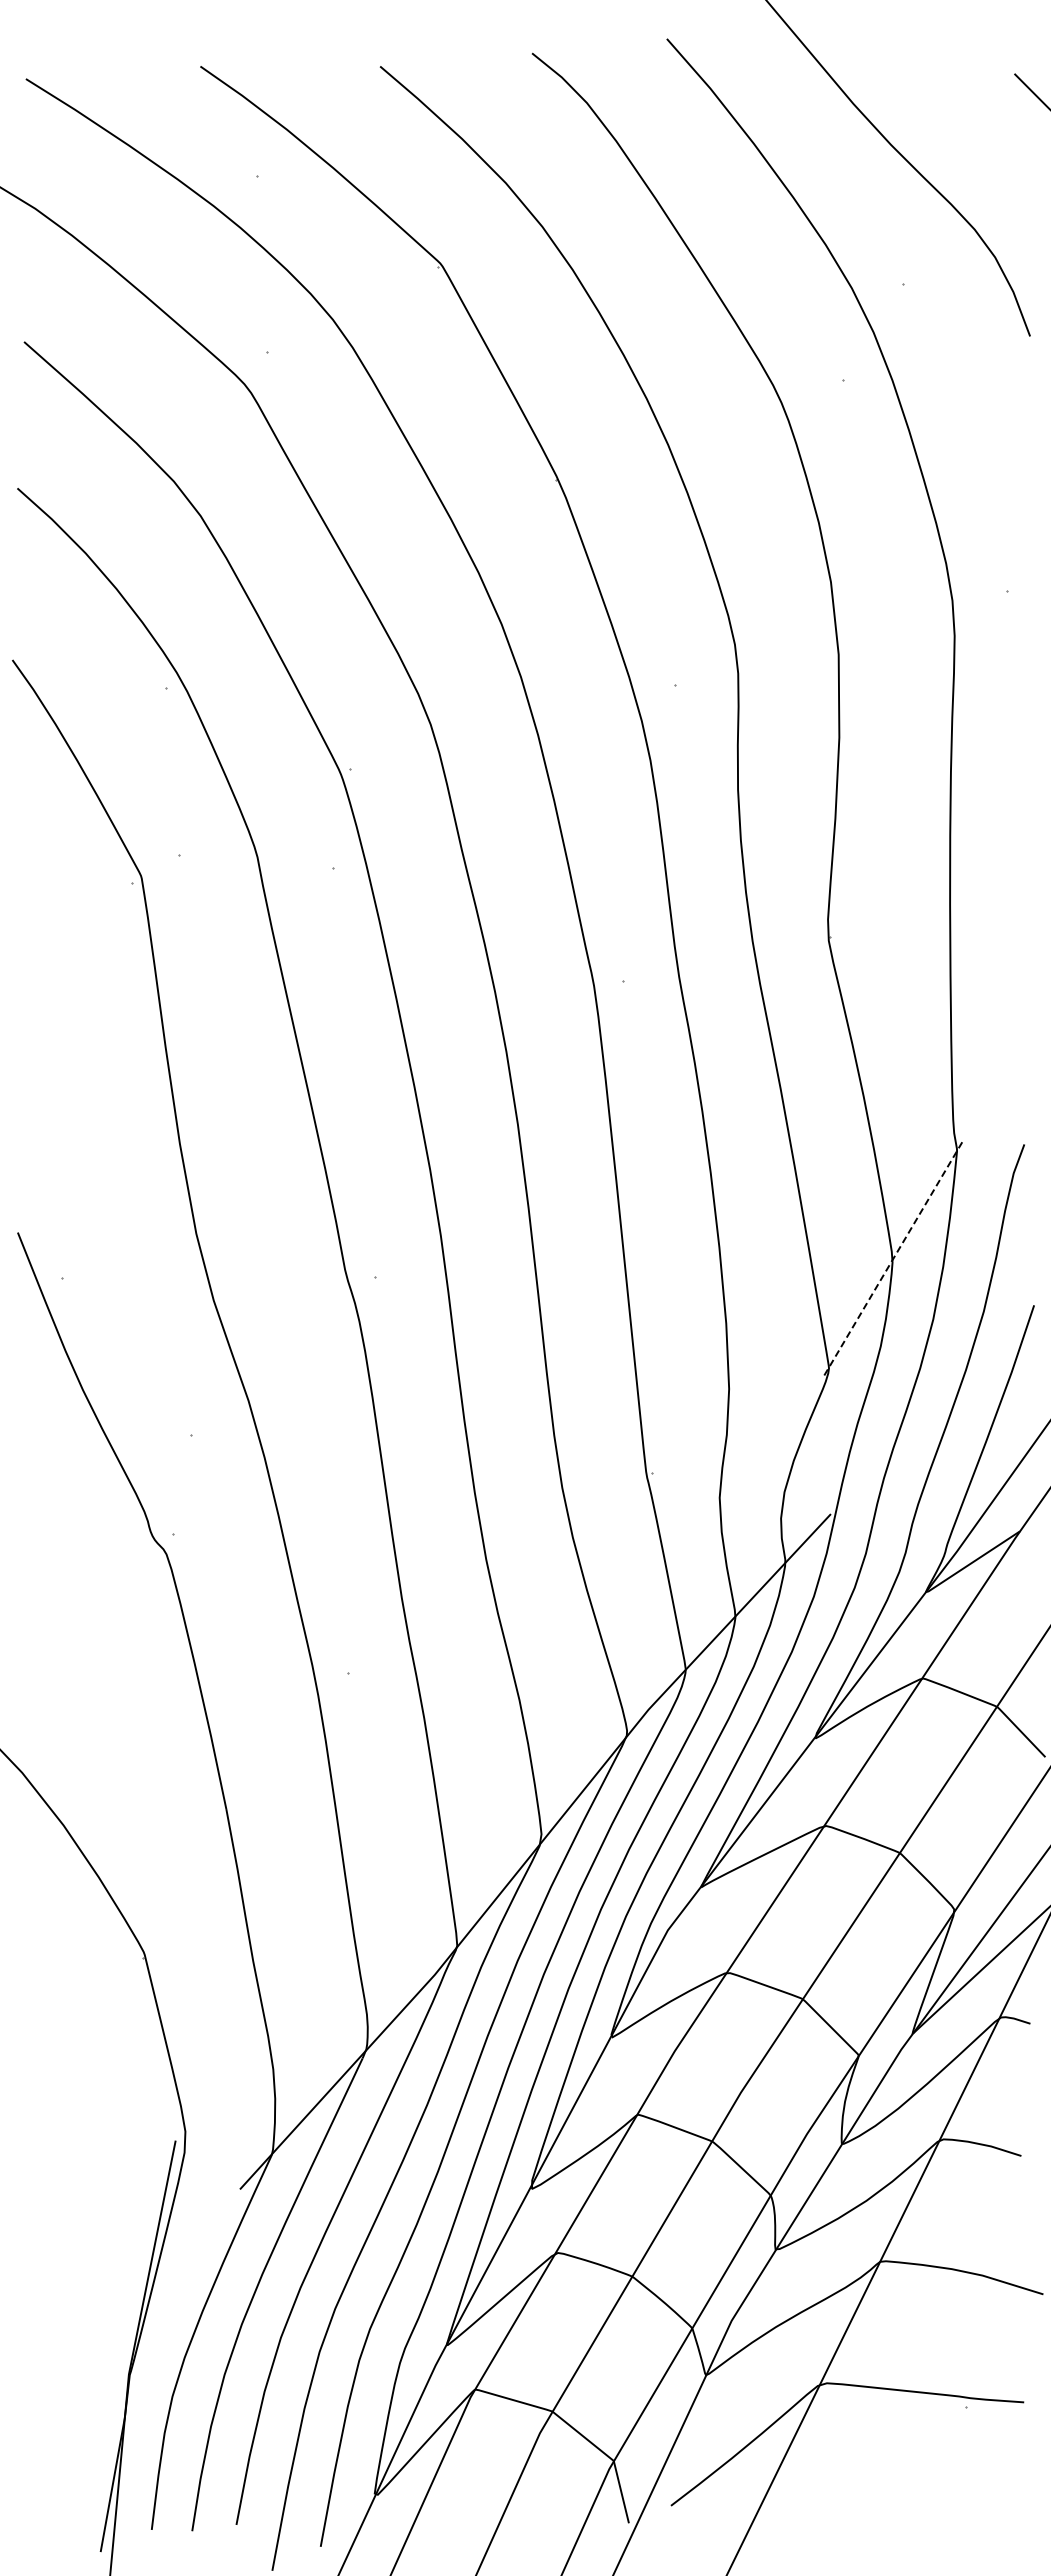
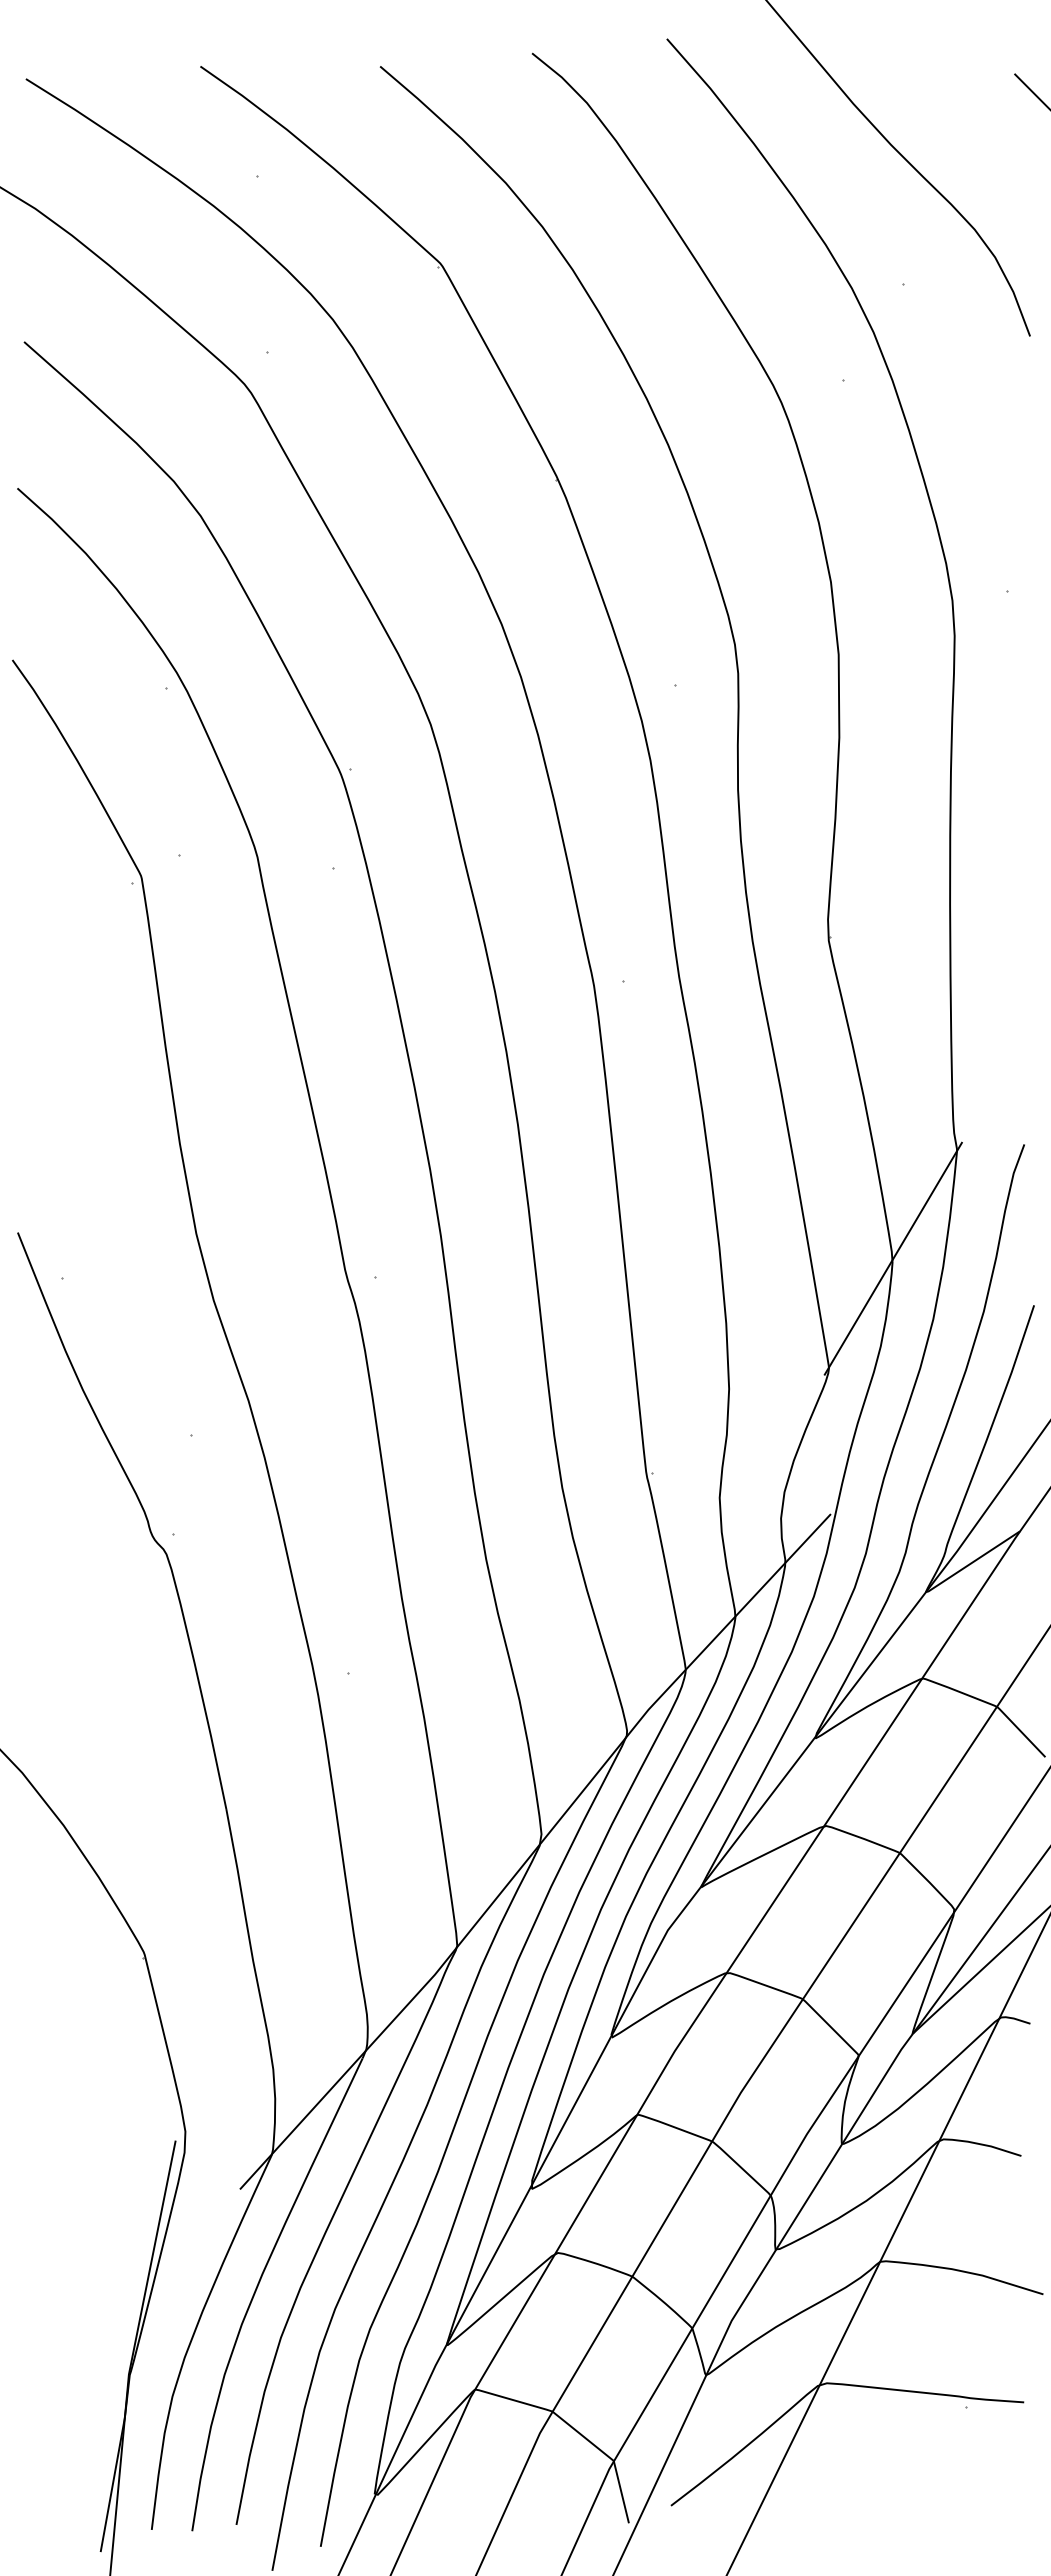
line at (893, 1258): dashed -> solid
